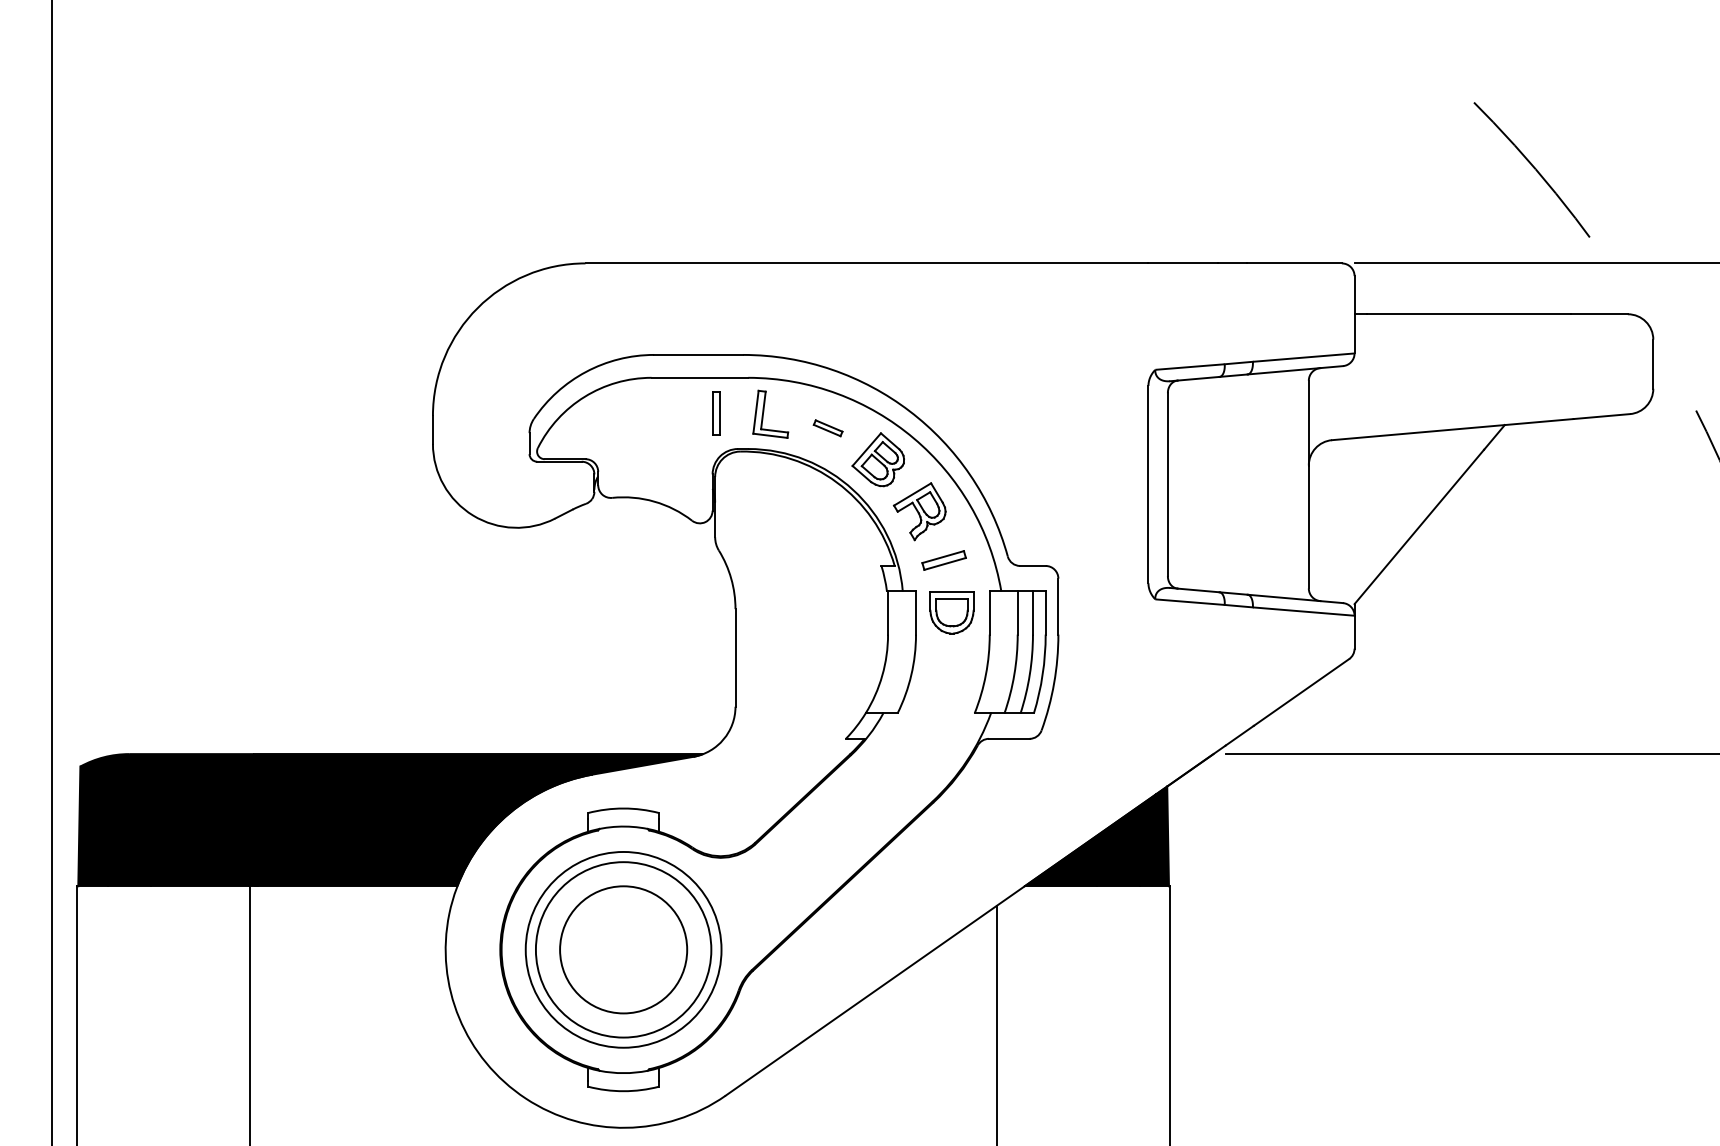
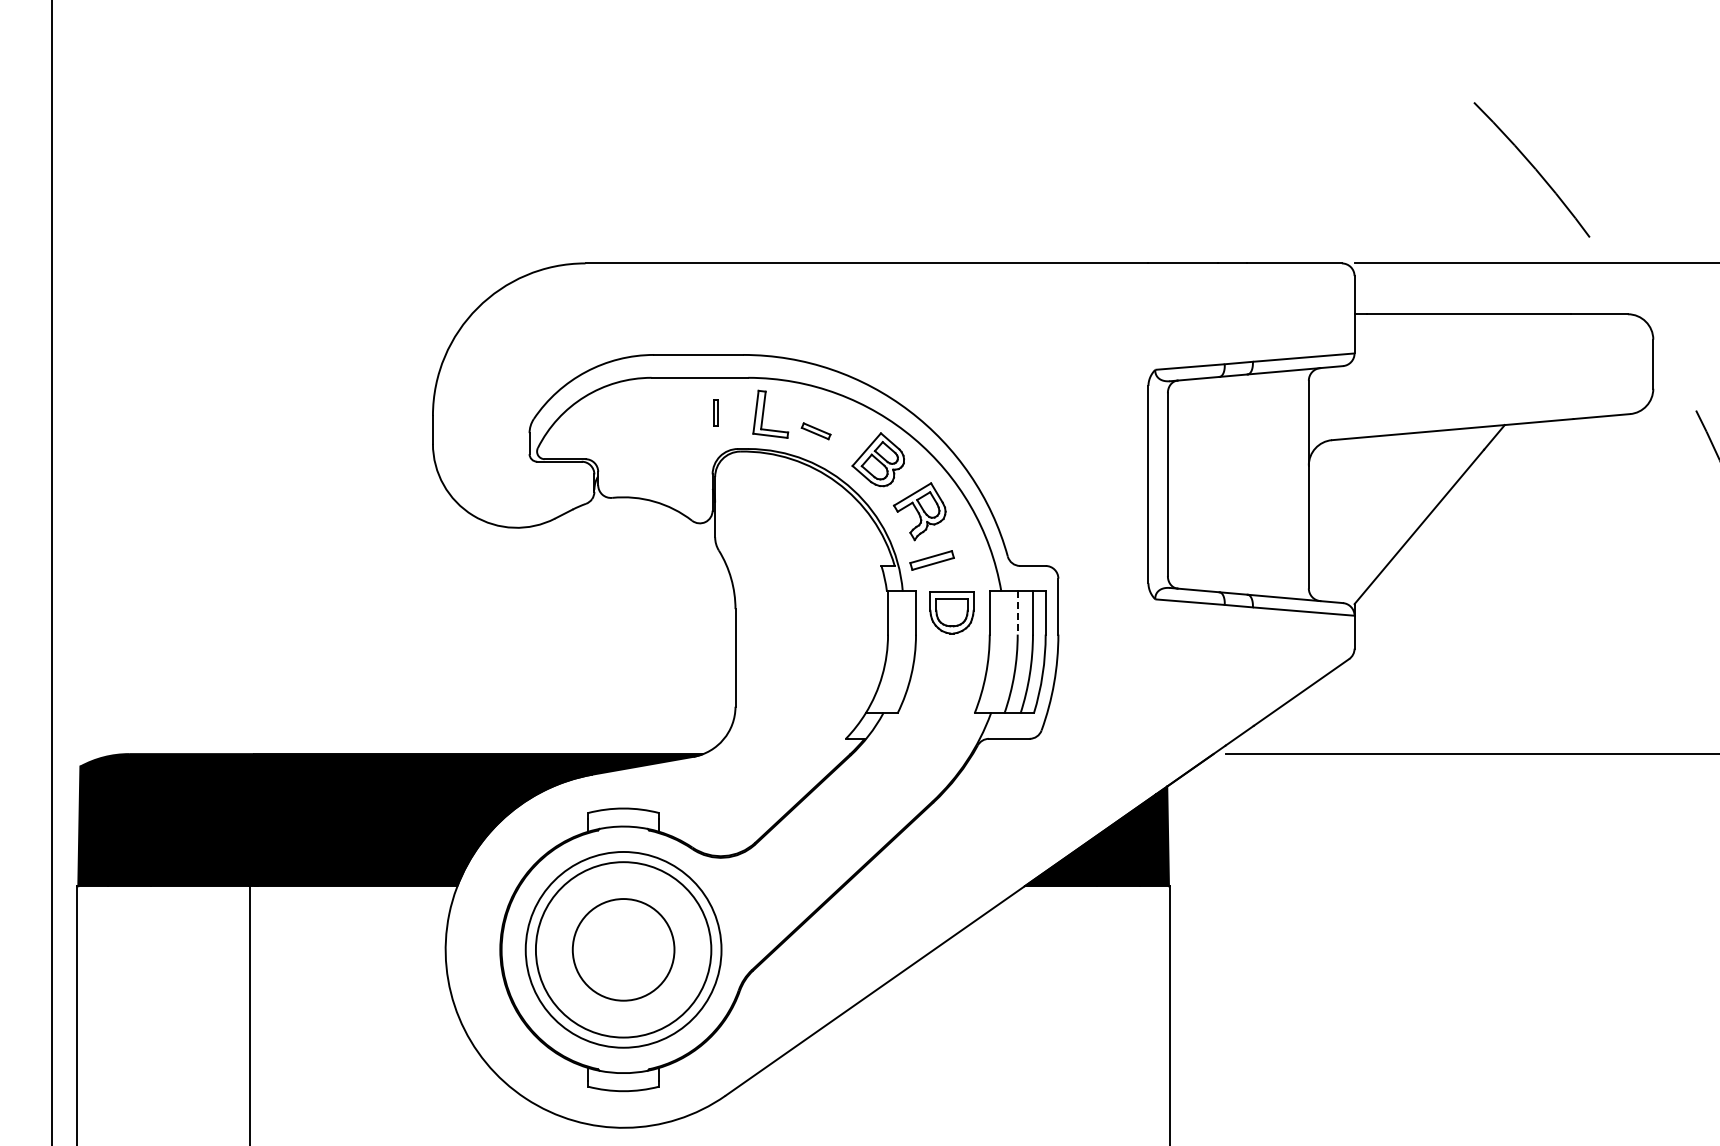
part at (716, 413) size: 9x45 px -> 6x28 px
part at (827, 428) position: (827, 428) -> (815, 431)
part at (943, 560) position: (943, 560) -> (931, 560)
line at (1017, 613): solid -> dashed
circle at (623, 949) diameter: 127 px -> 102 px
line at (996, 1023): present -> none
